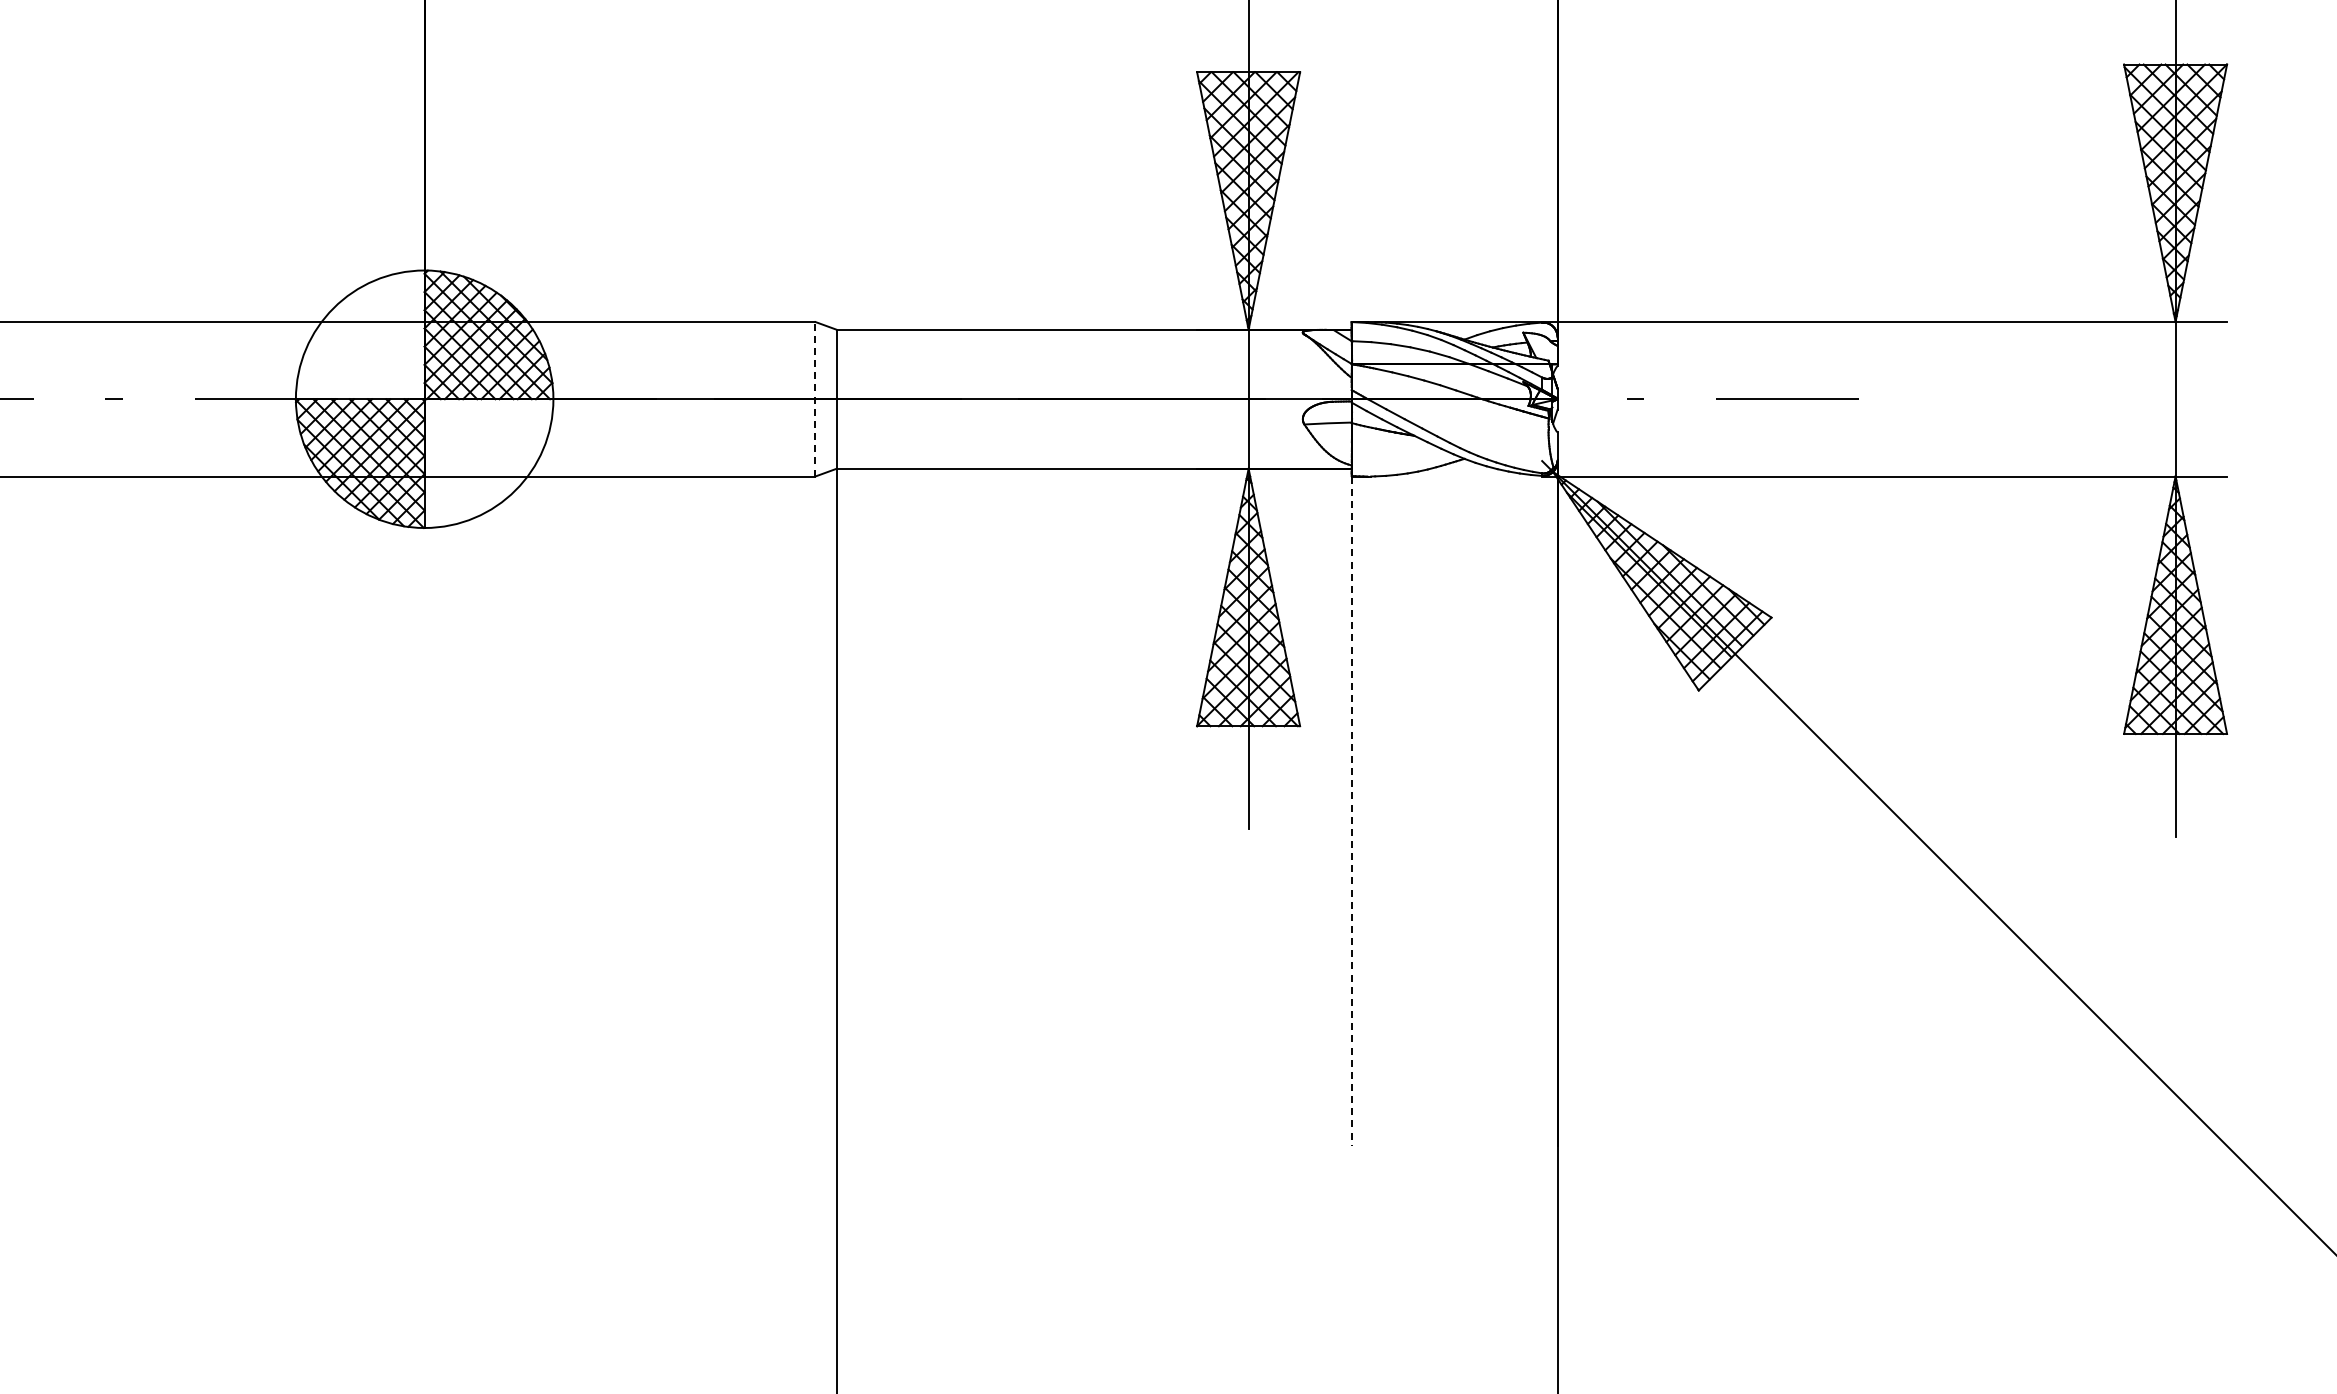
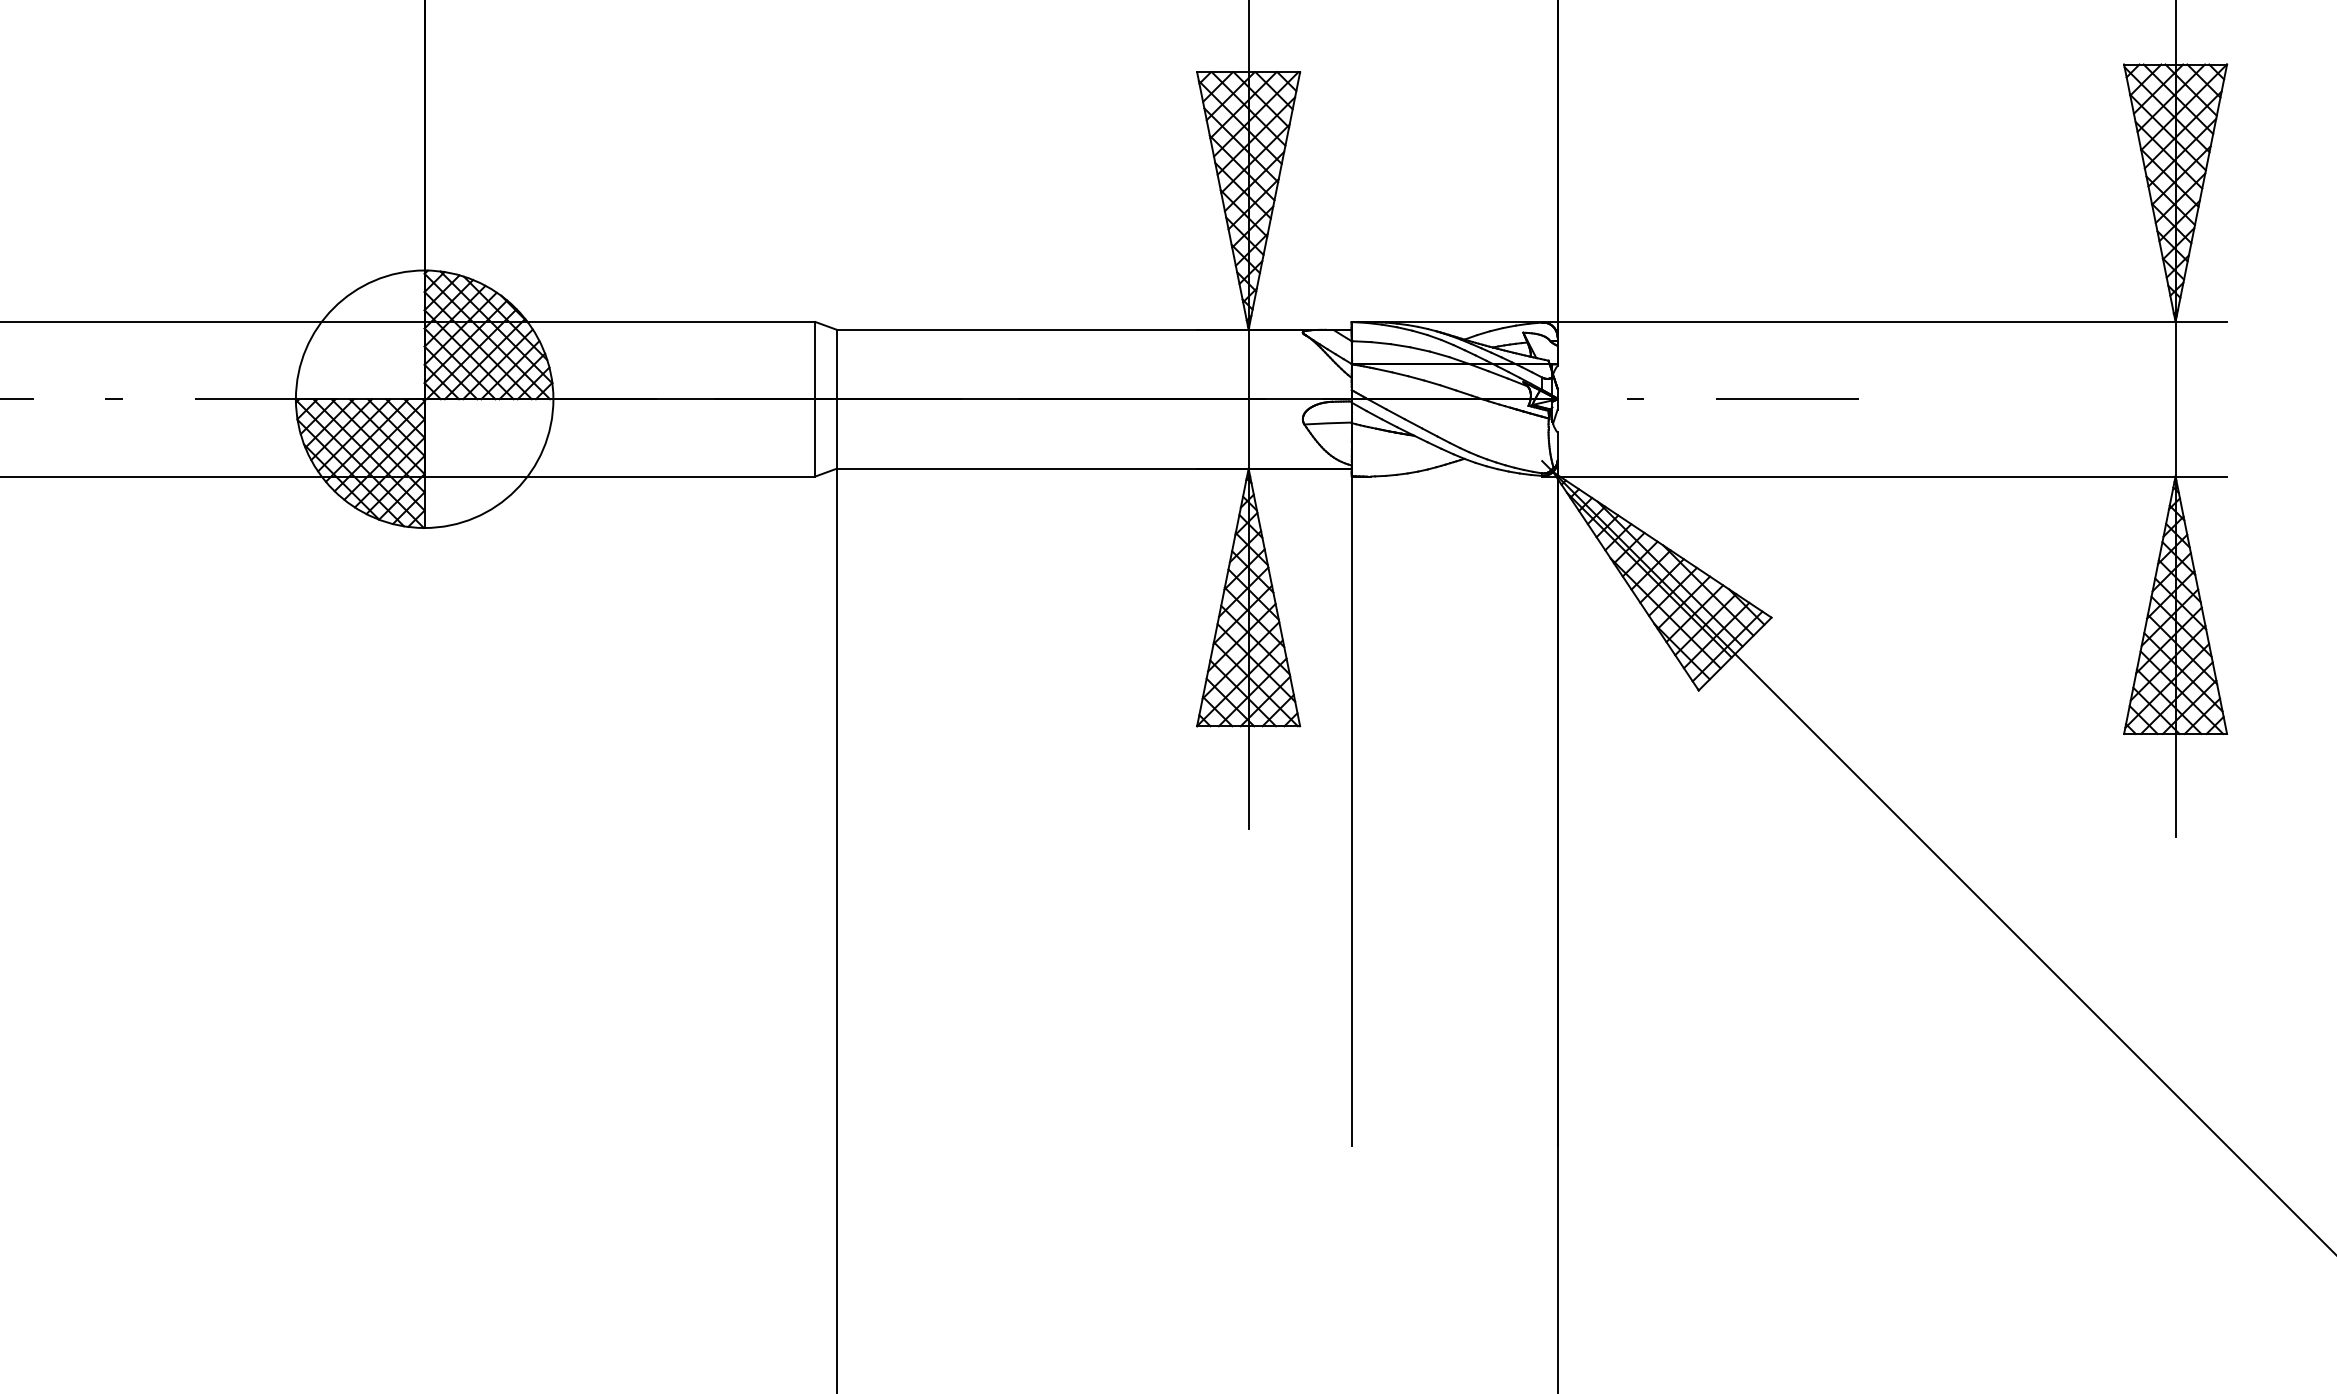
line at (815, 398): dashed -> solid
line at (1351, 811): dashed -> solid
